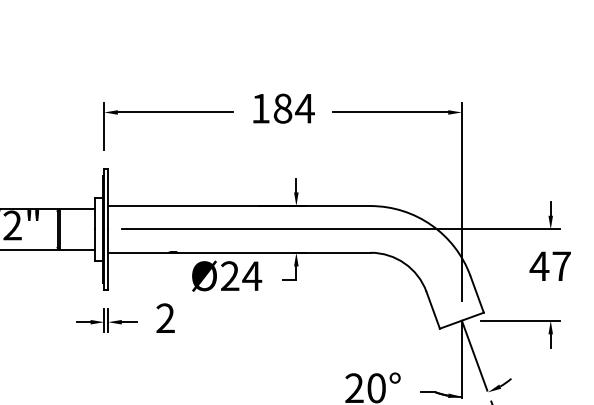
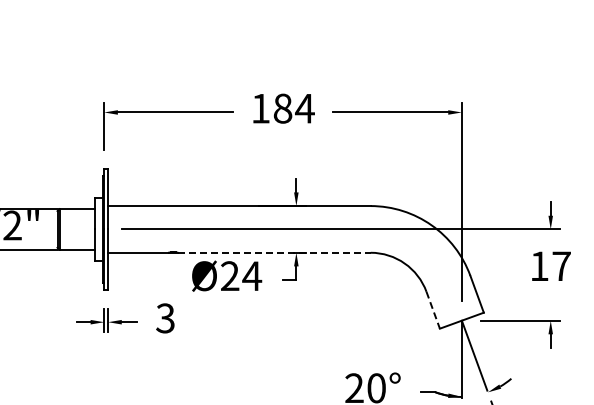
line at (274, 252): solid -> dashed
text at (539, 265): 47 -> 17
line at (433, 310): solid -> dashed
text at (165, 318): 2 -> 3
